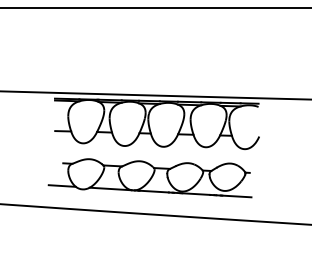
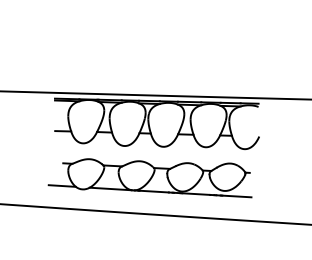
line at (155, 8): present -> none
